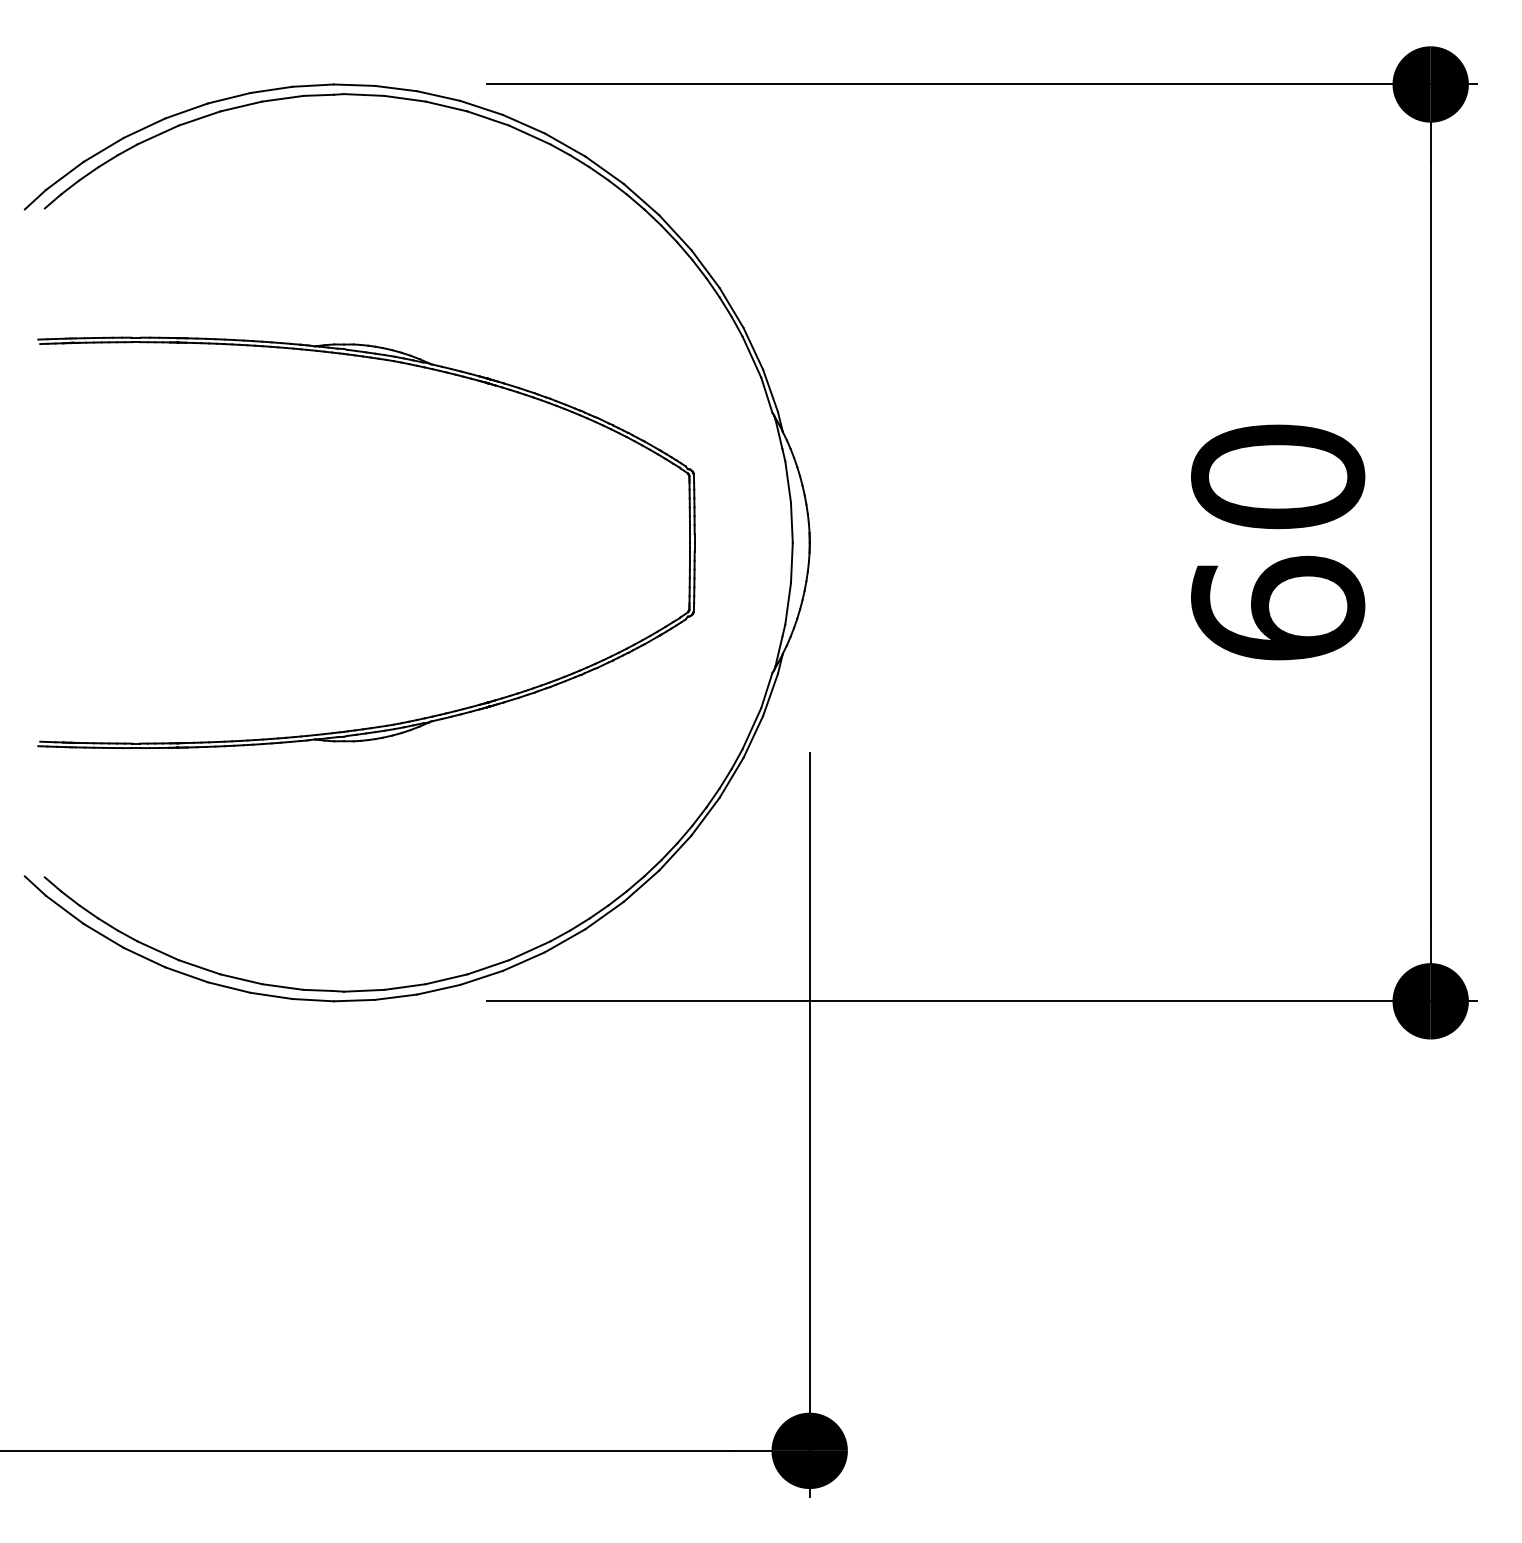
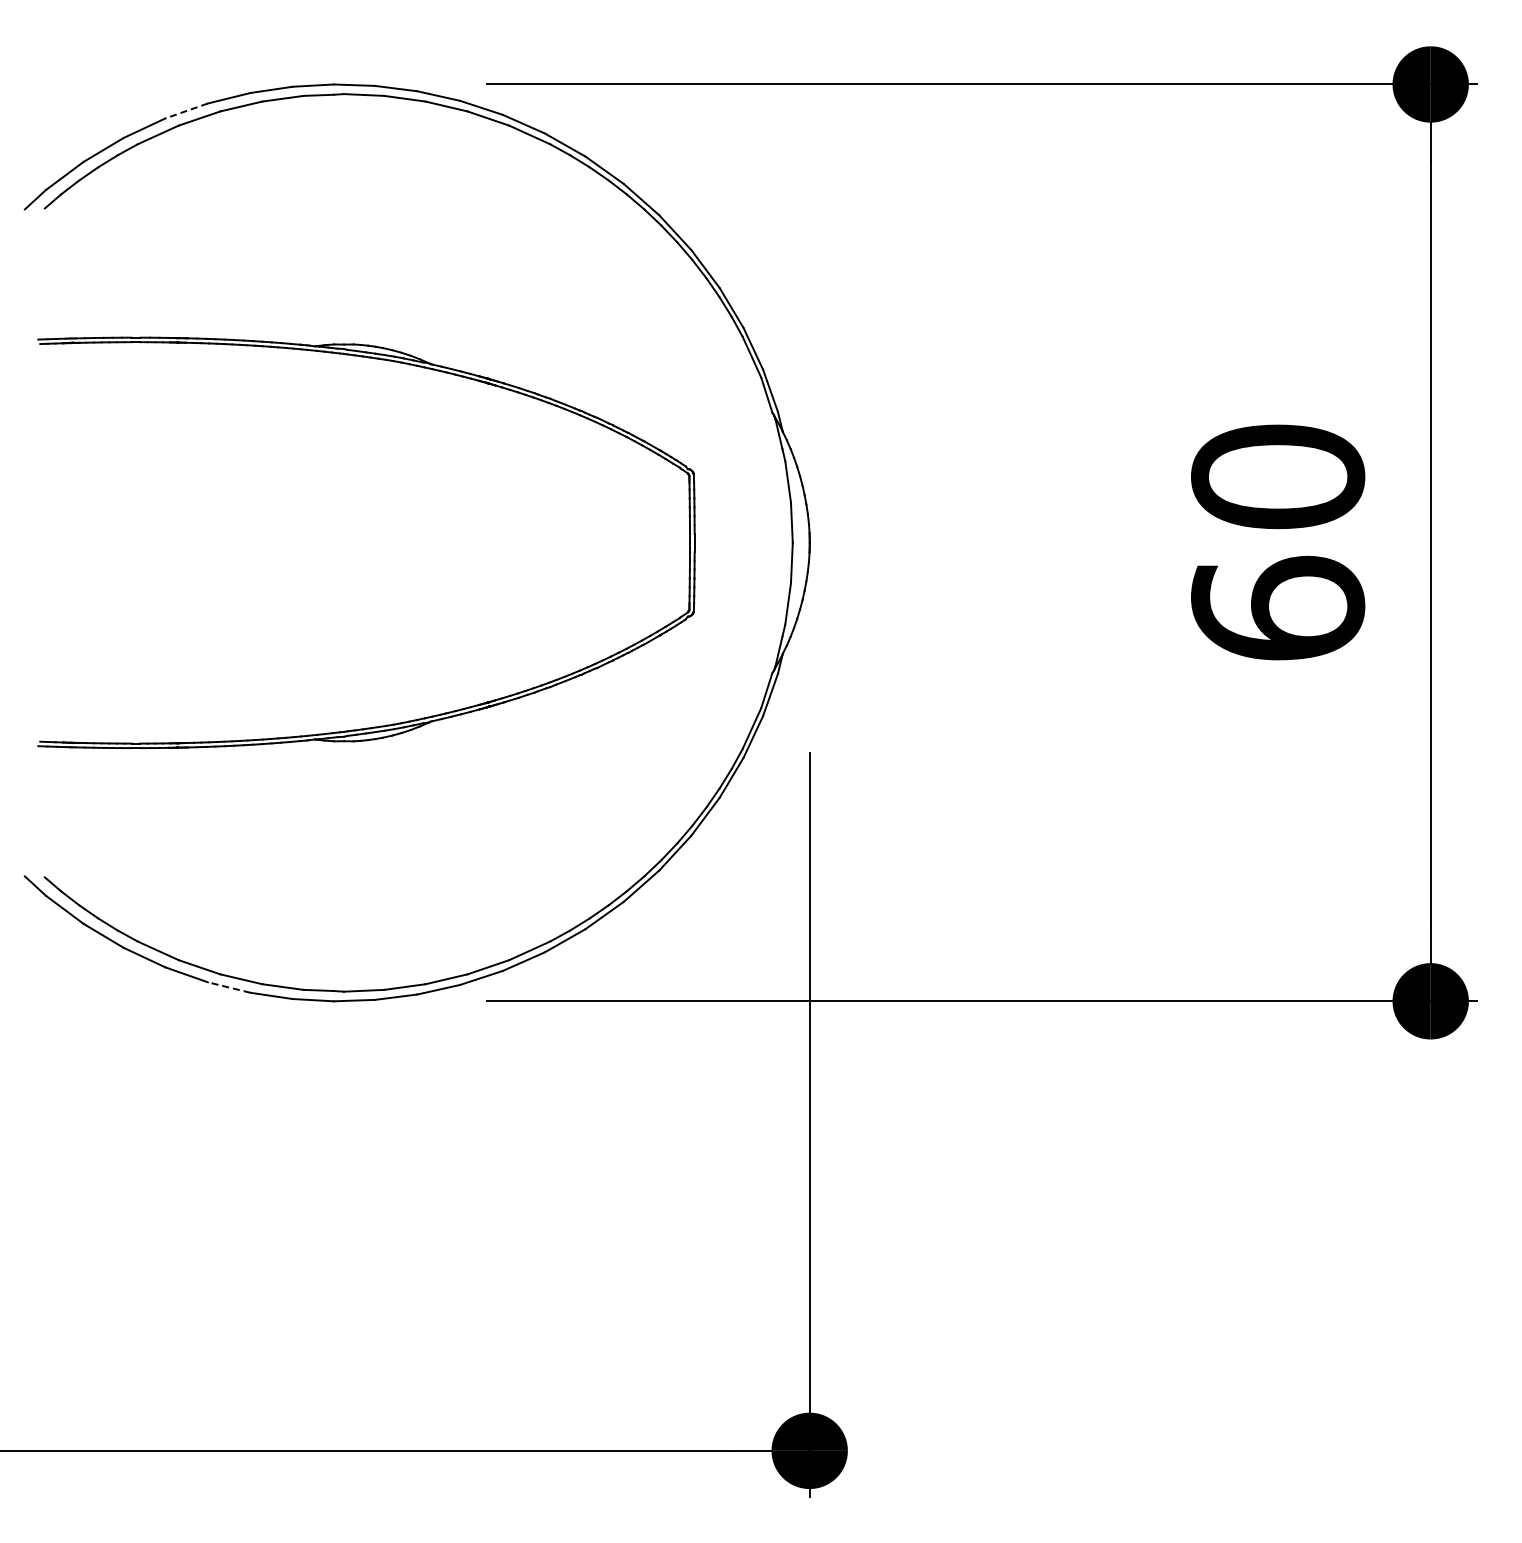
line at (186, 110): solid -> dashed
line at (229, 987): solid -> dashed
